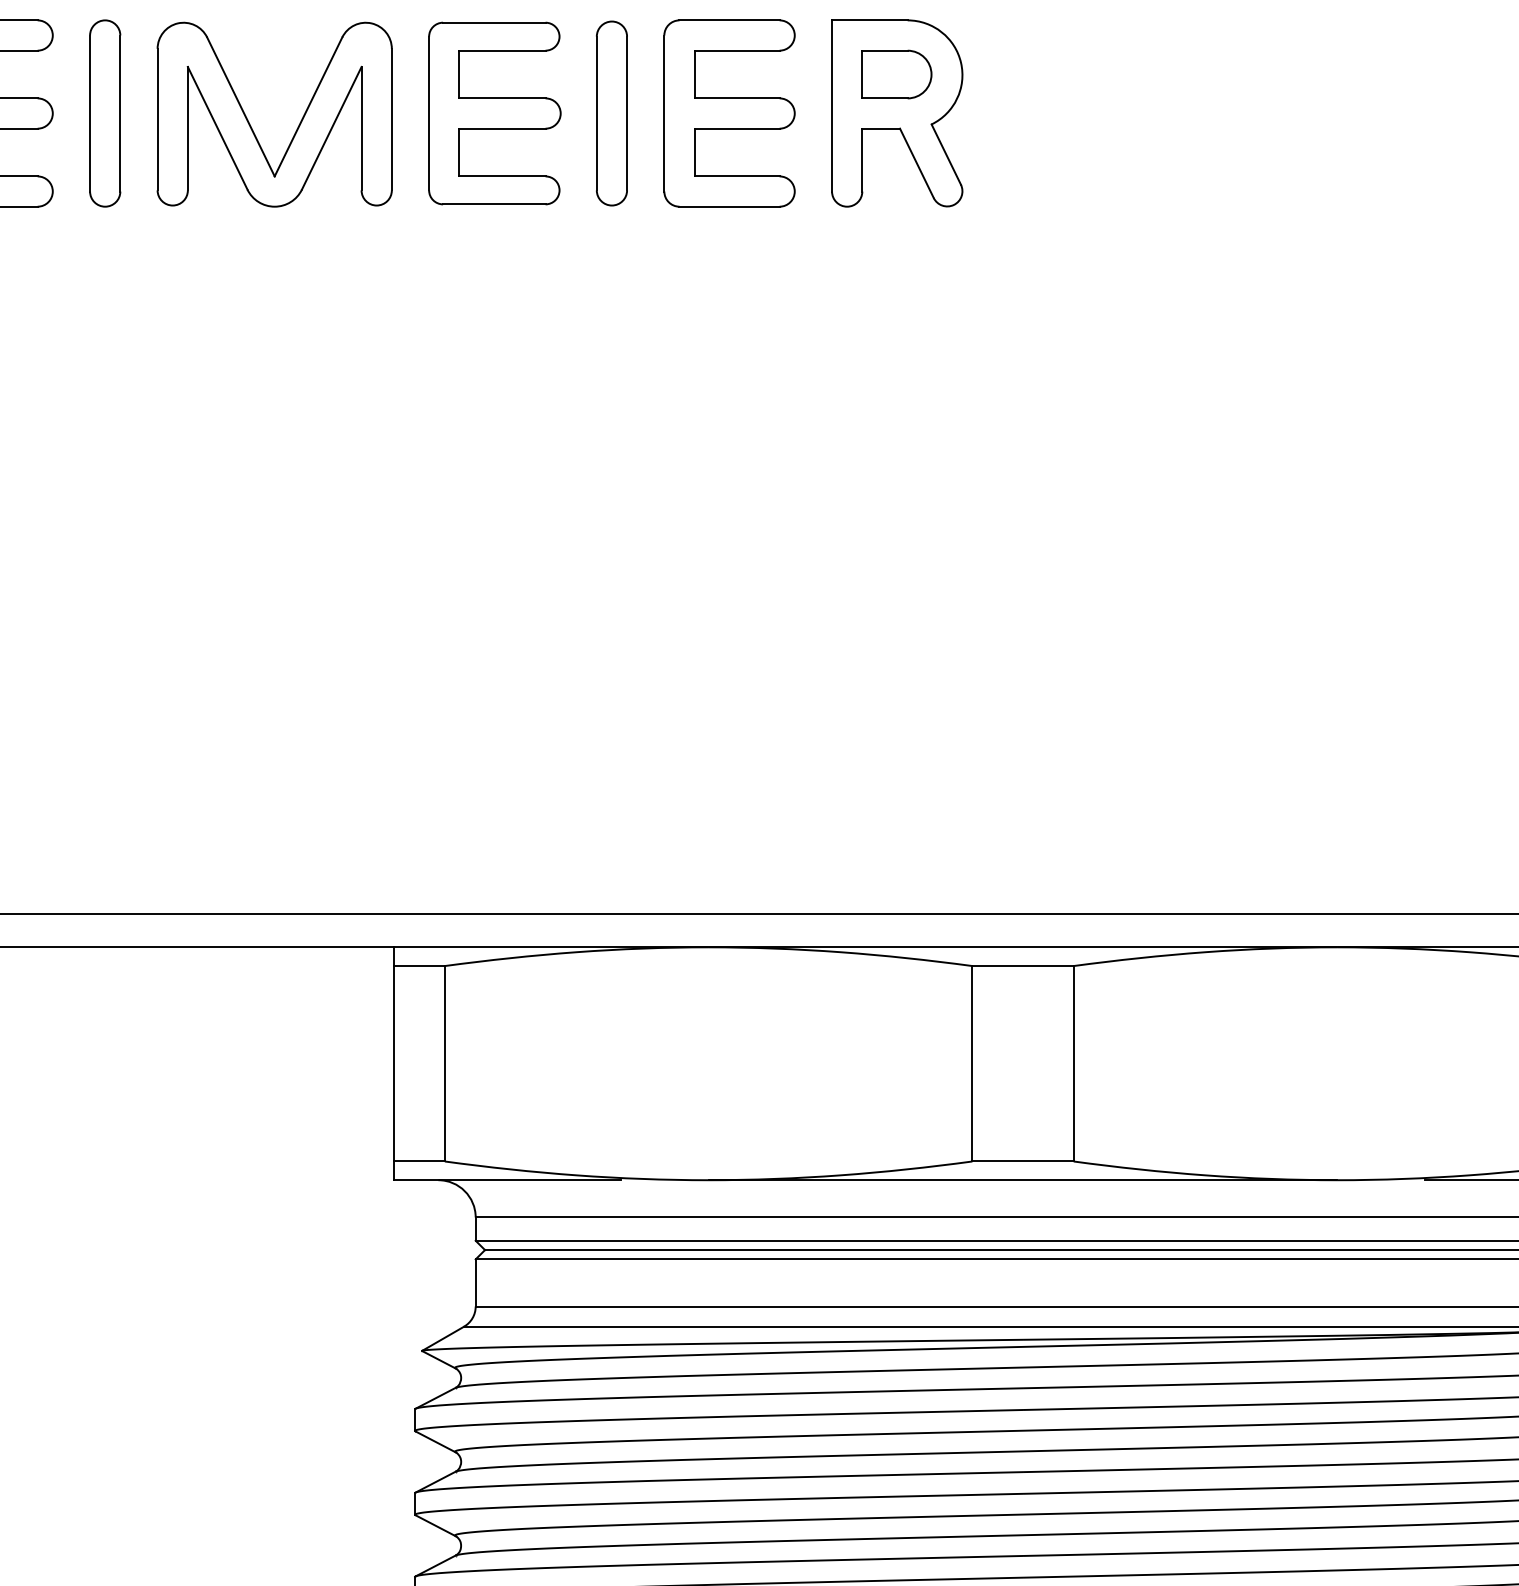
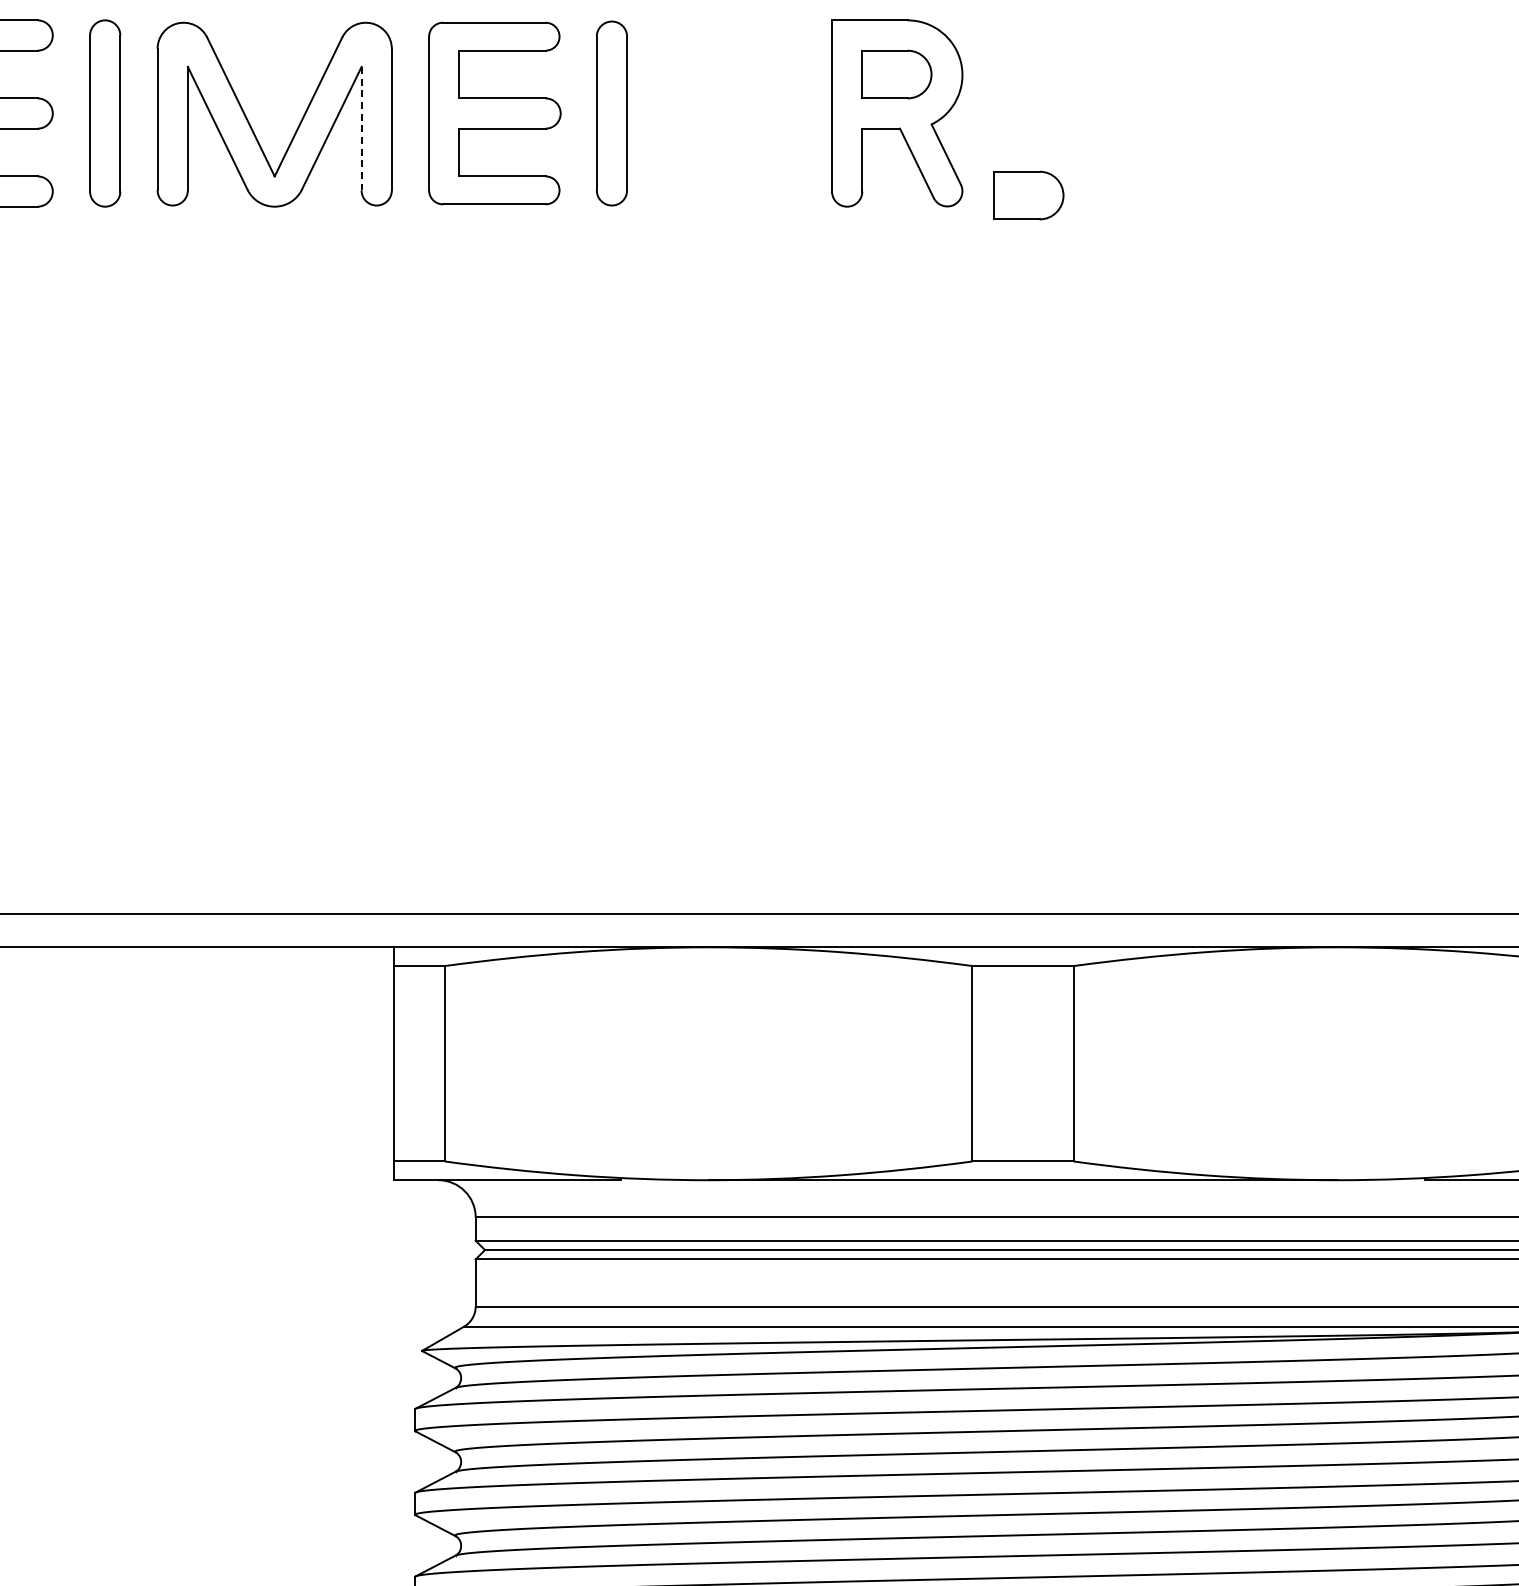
part at (729, 113): present -> none
line at (361, 128): solid -> dashed
part at (1028, 195): none -> present
